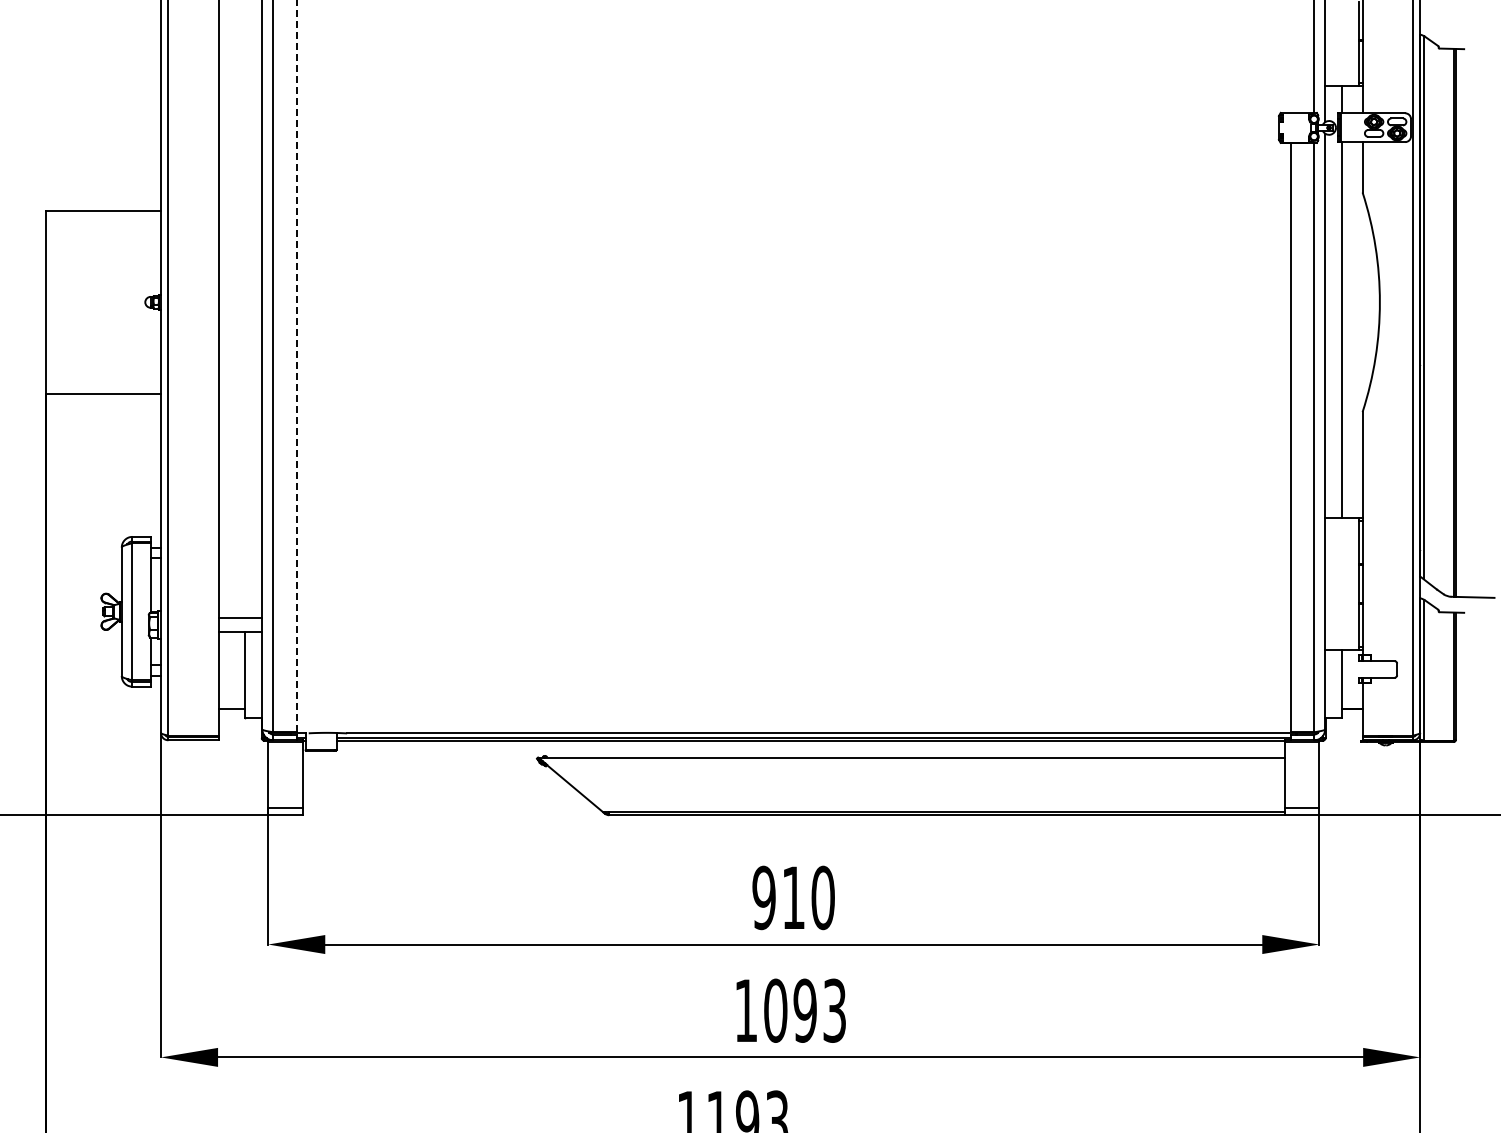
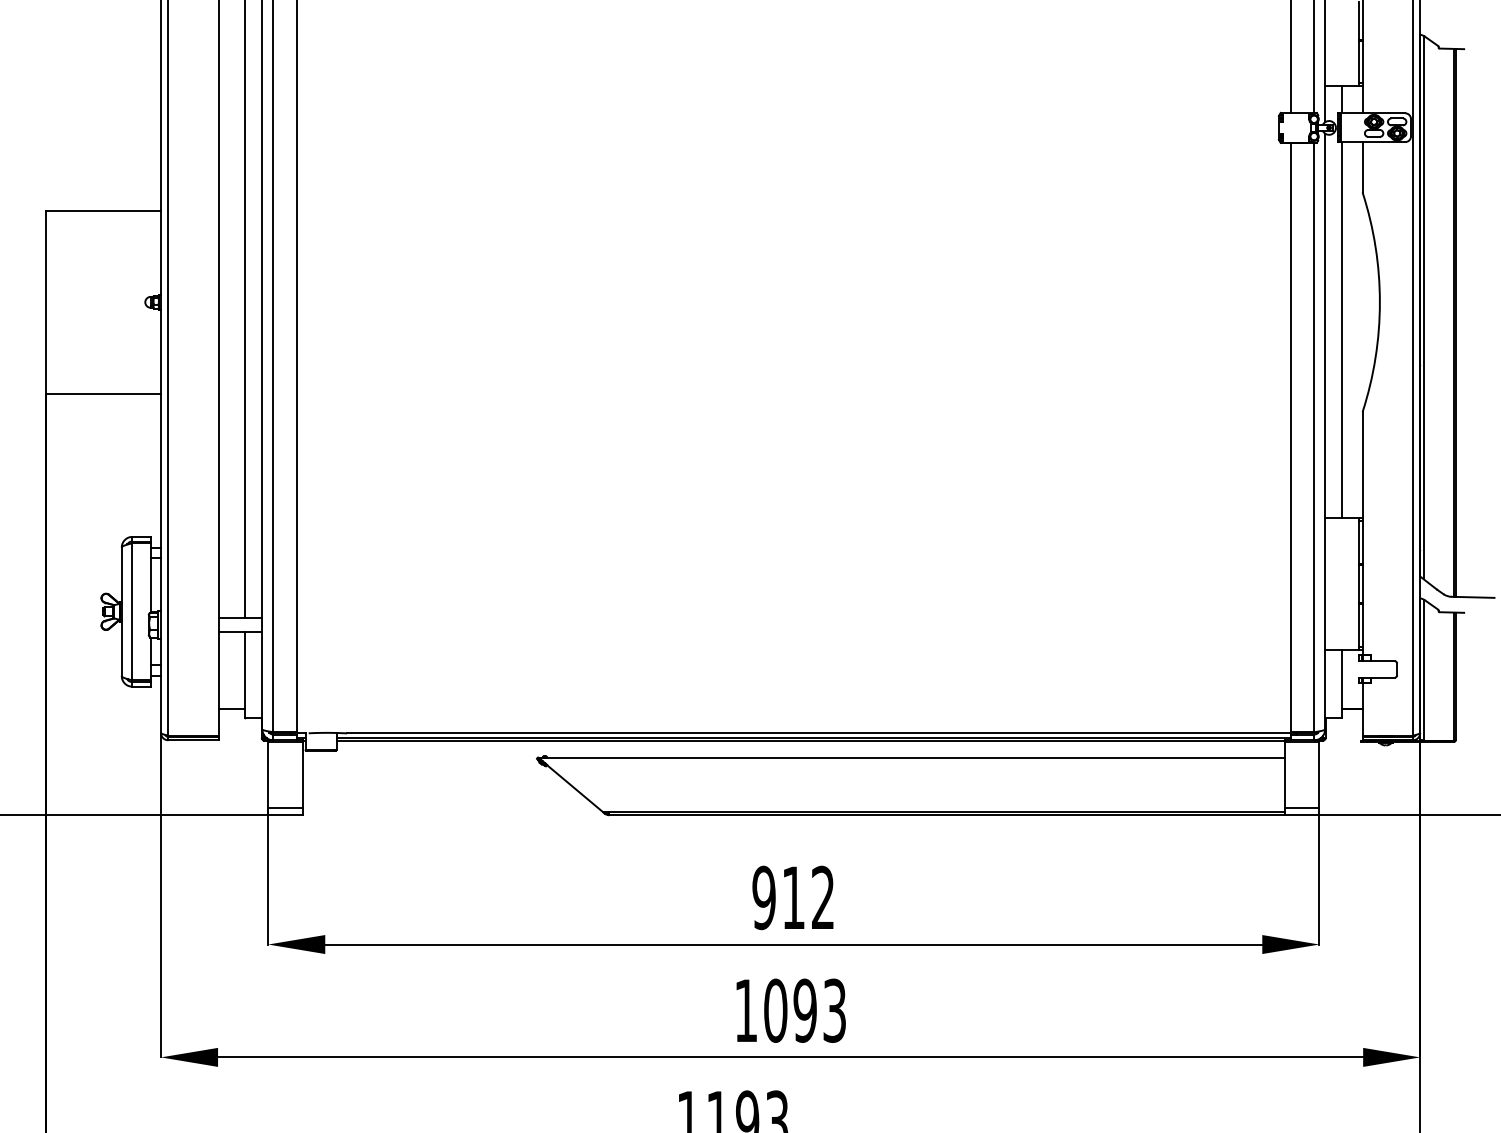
line at (1290, 57): none -> present
line at (245, 310): none -> present
line at (296, 366): dashed -> solid
text at (822, 897): 910 -> 912
